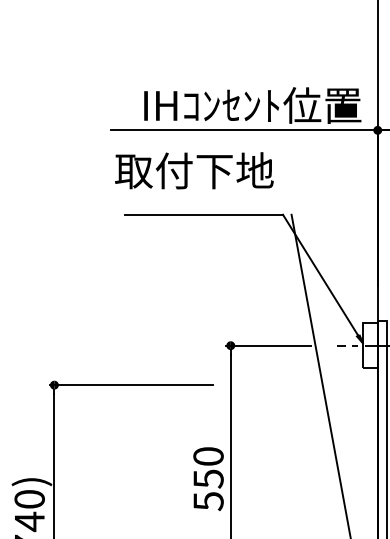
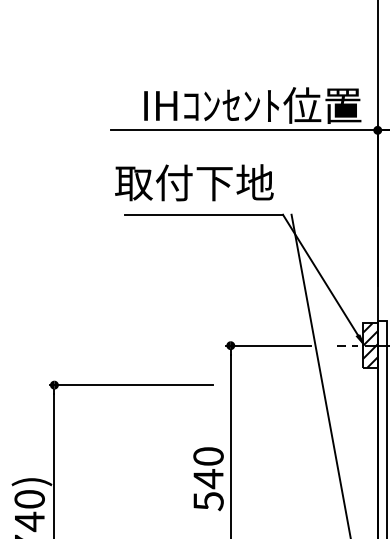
text at (194, 170) position: (194, 170) -> (194, 182)
hatch at (369, 345): none -> present
text at (208, 479): 550 -> 540
